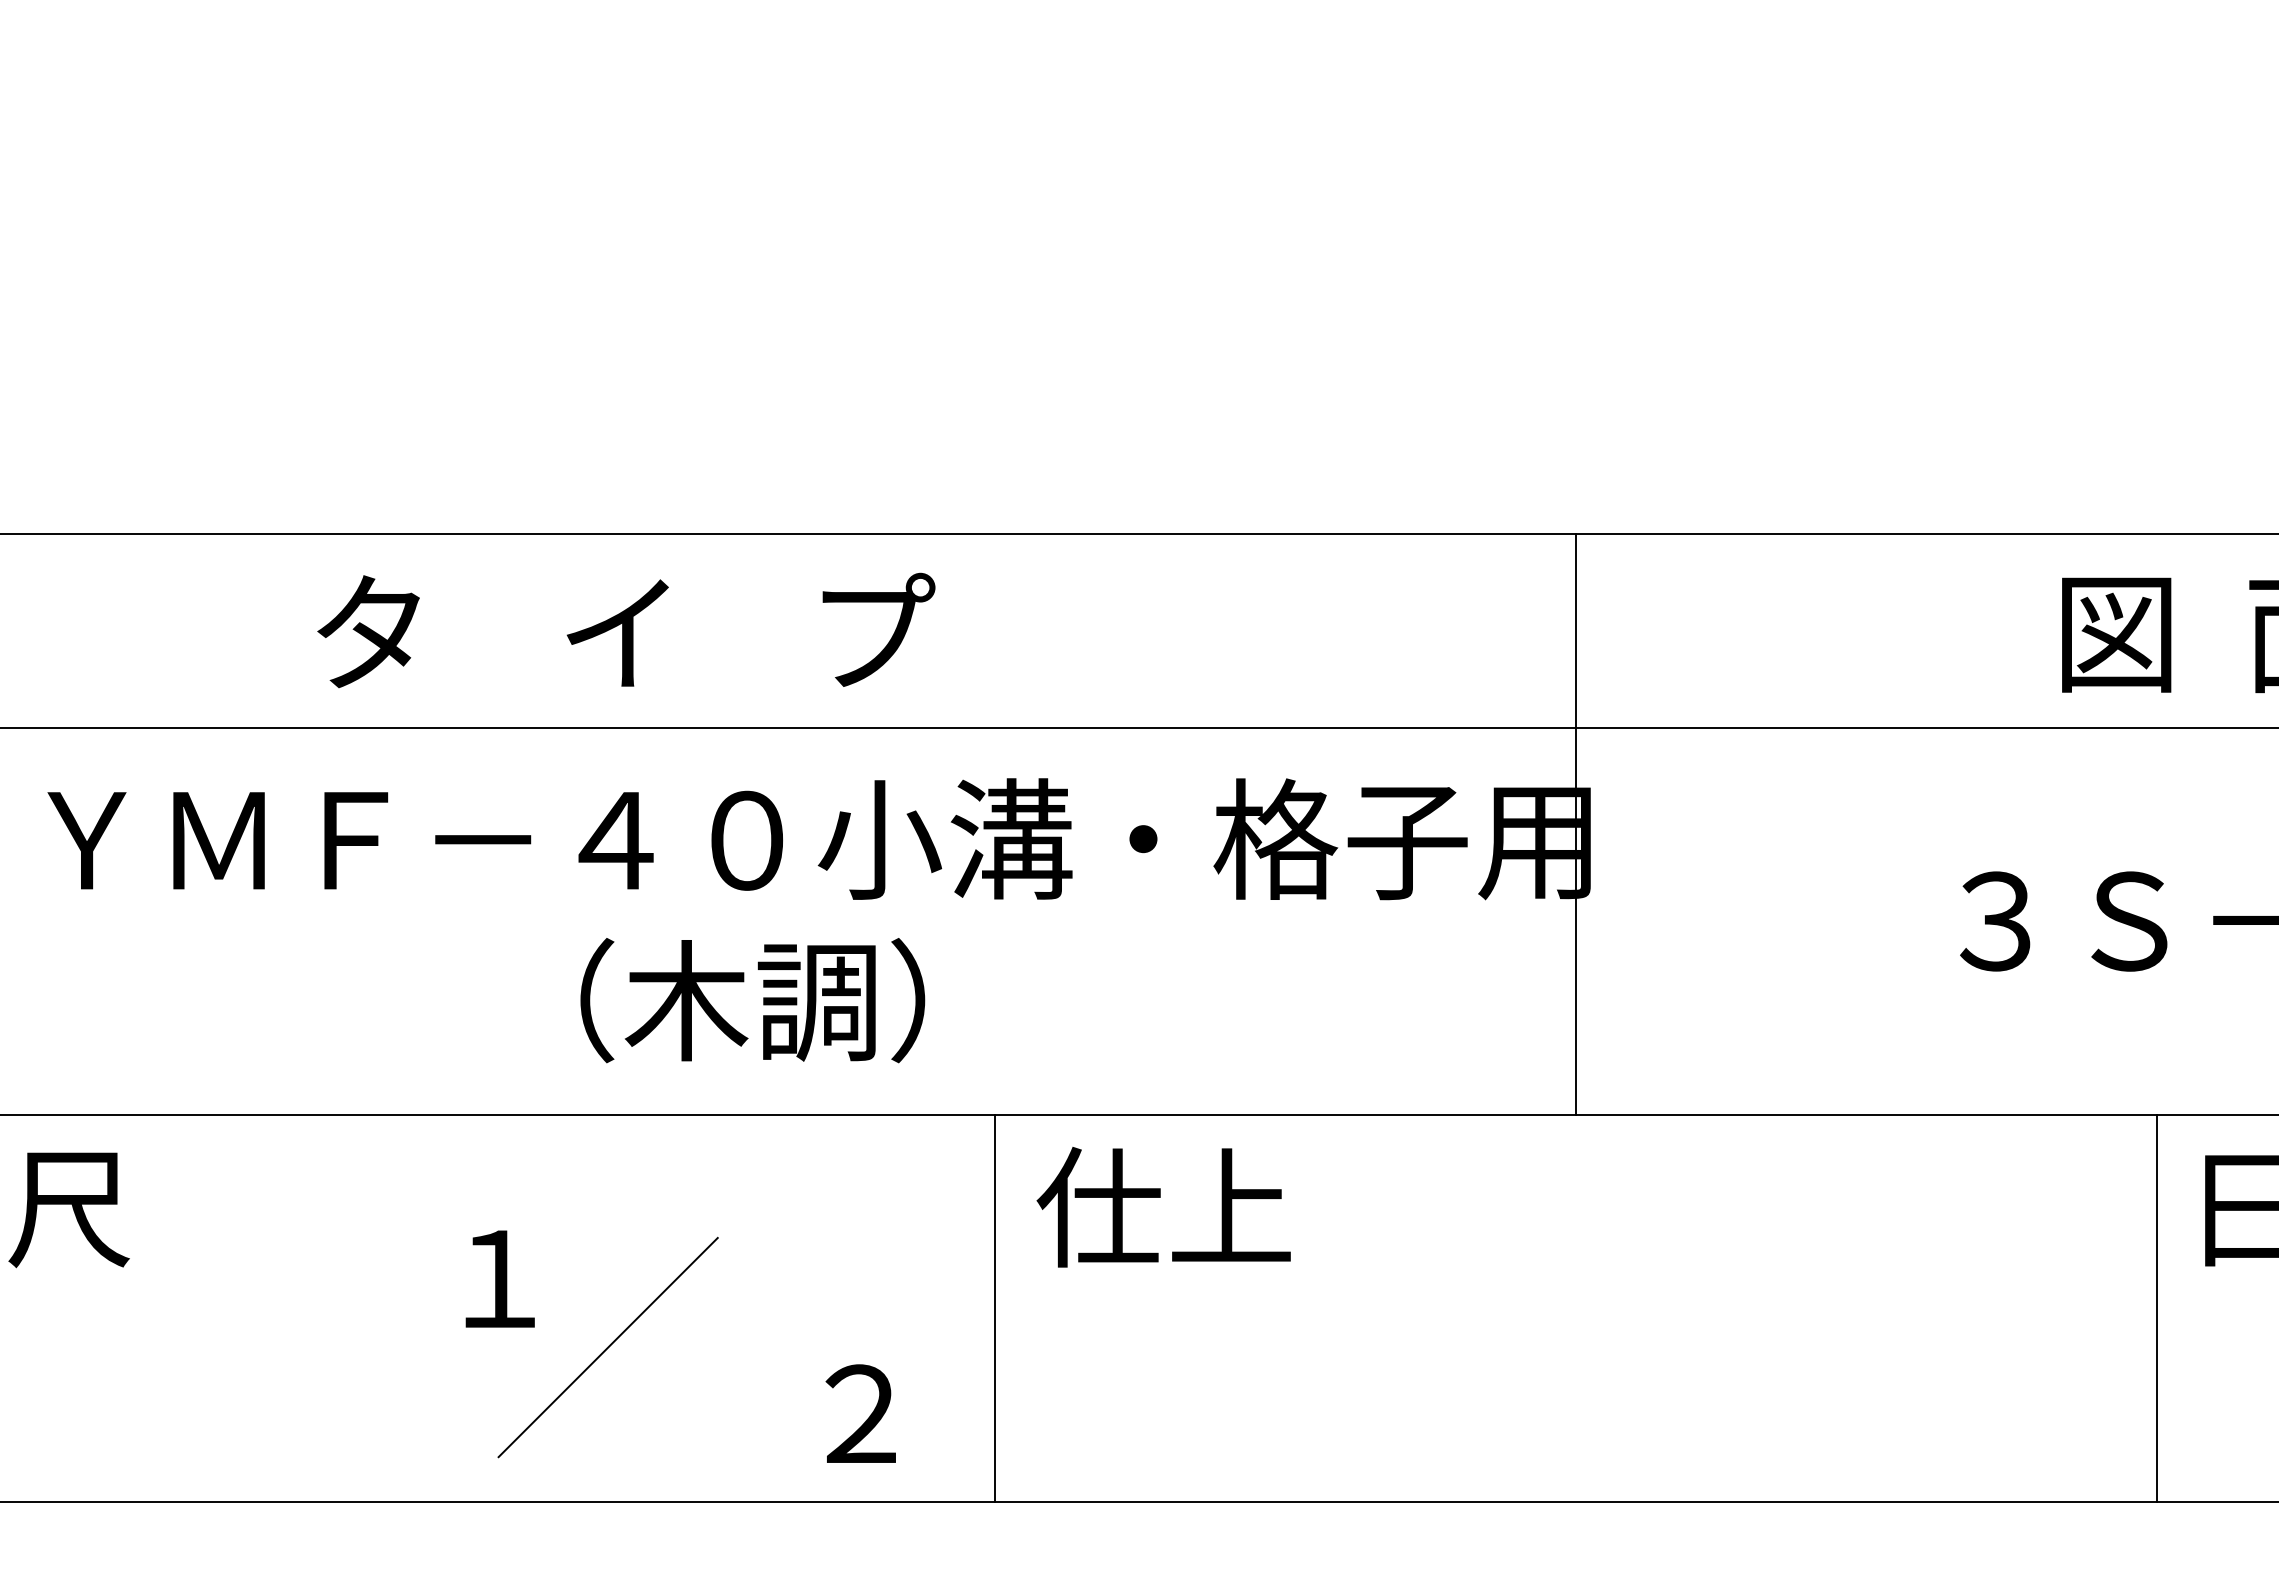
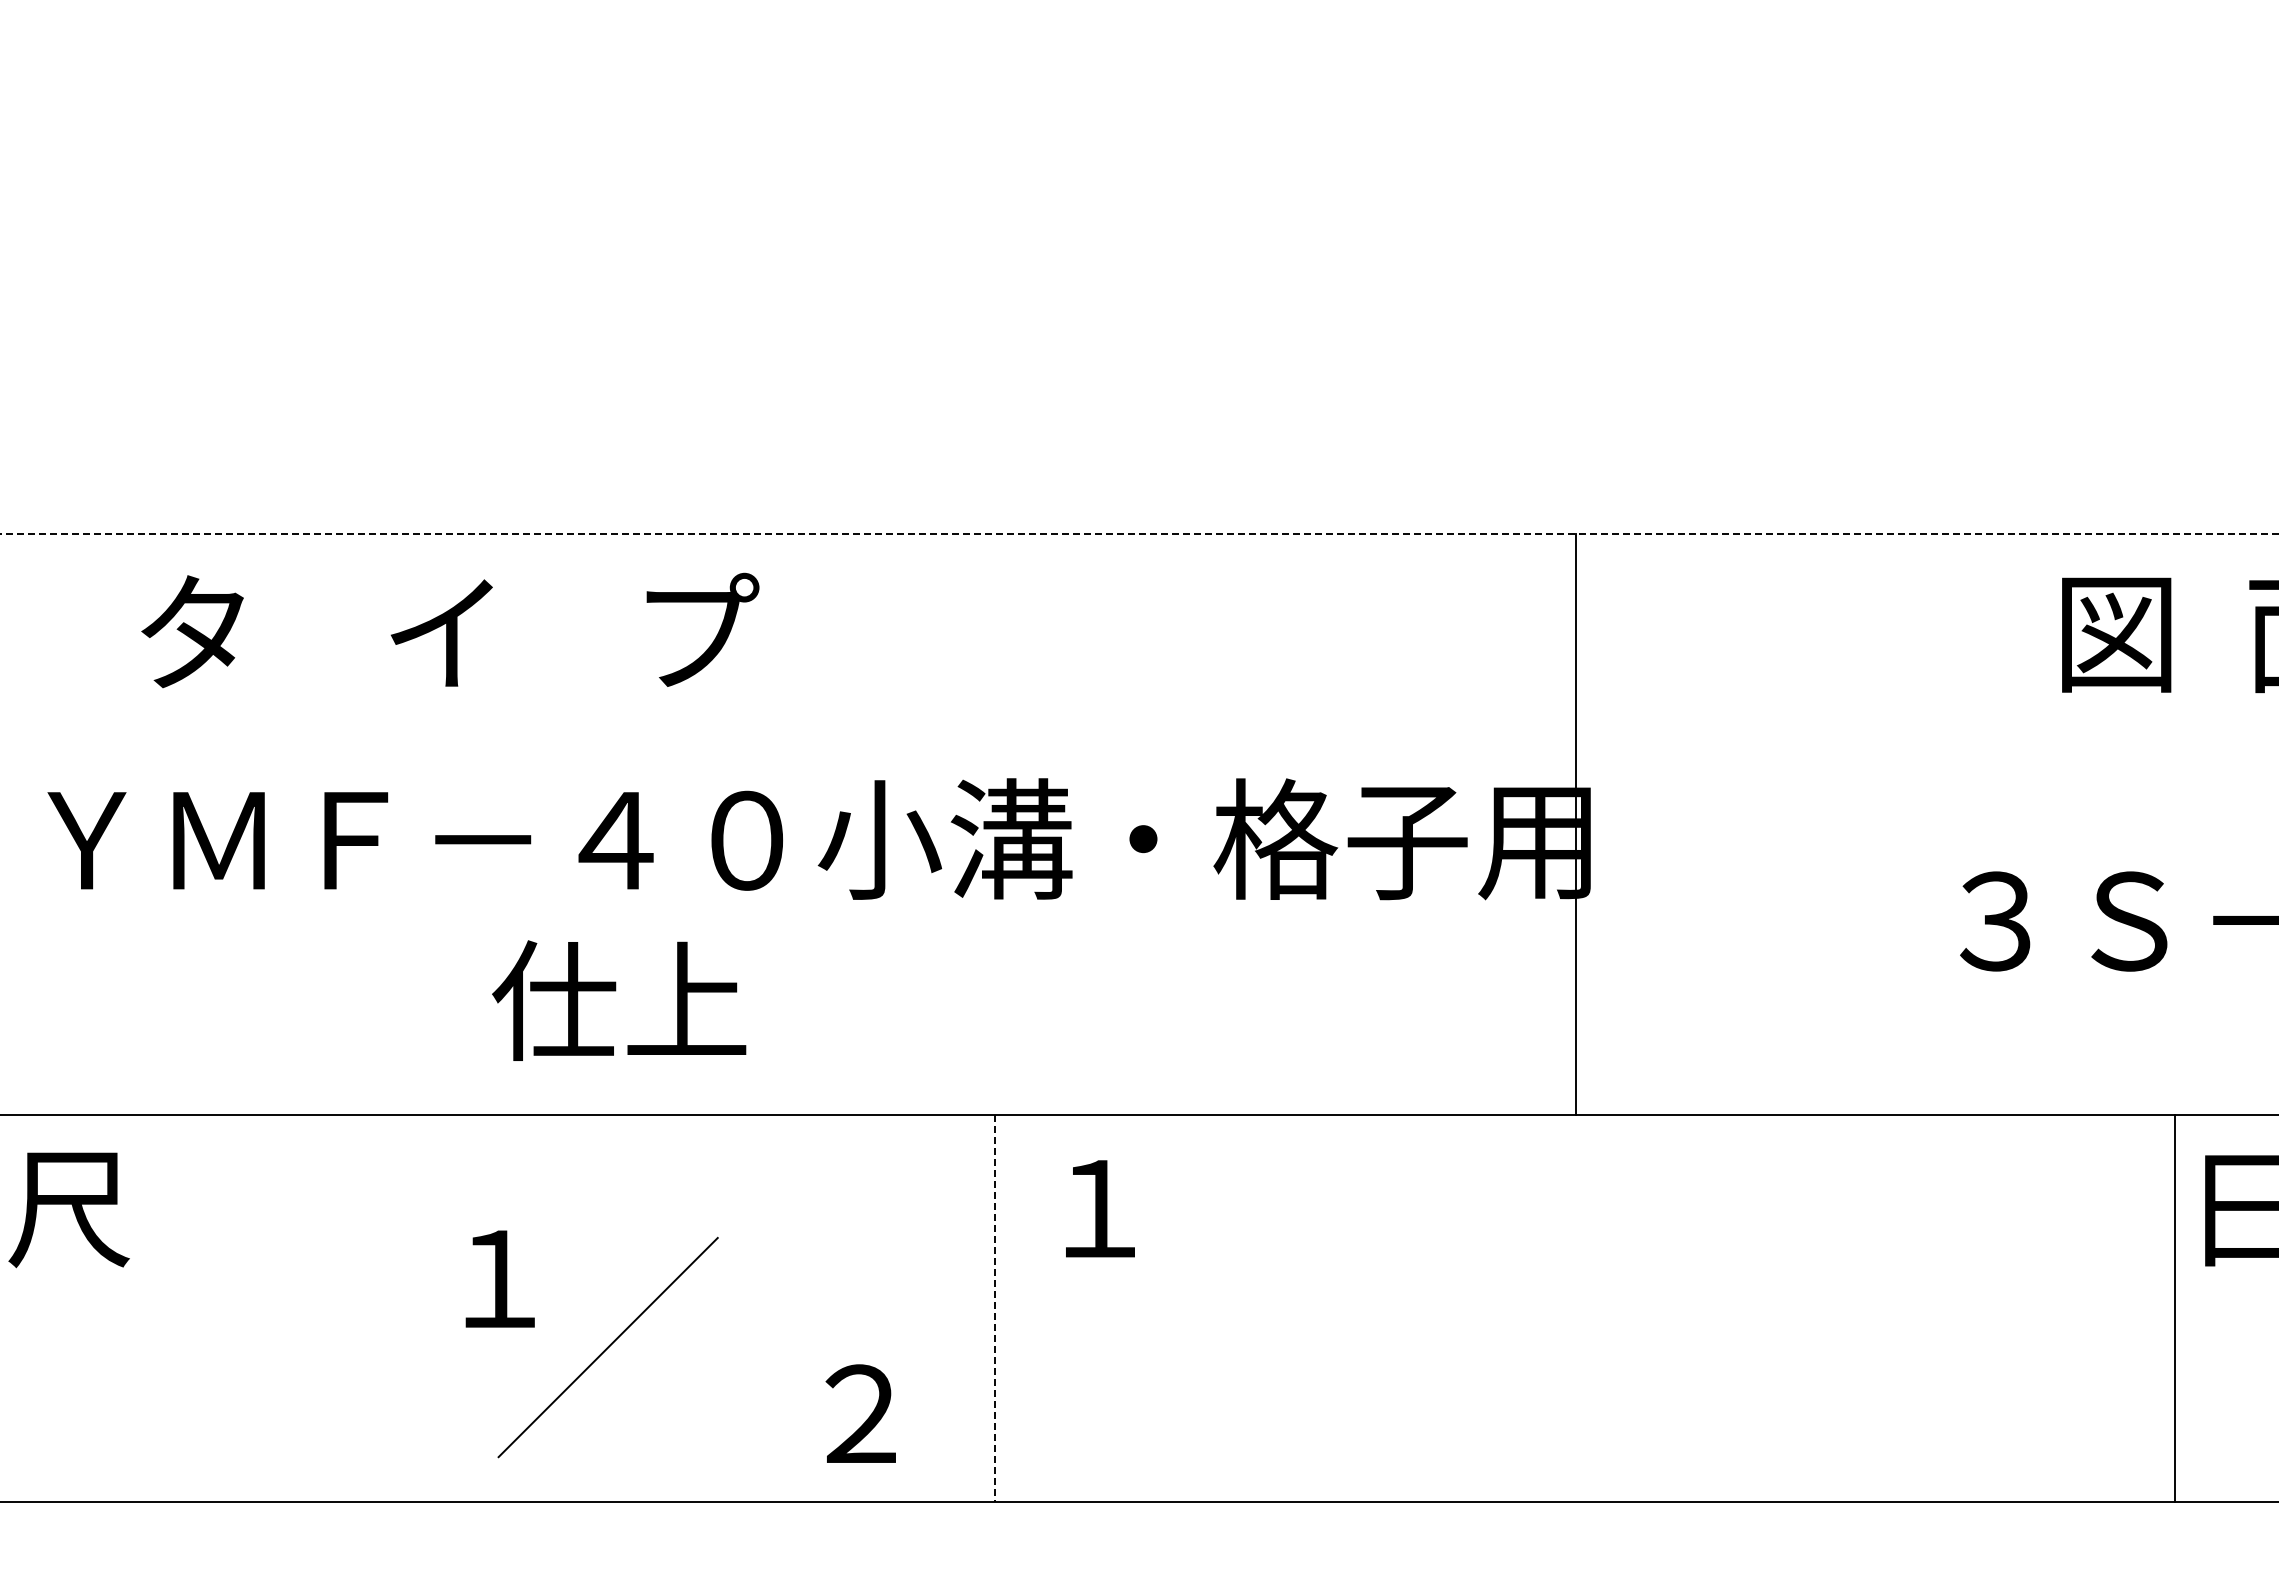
line at (1139, 534): solid -> dashed
text at (626, 630) position: (626, 630) -> (450, 630)
line at (1138, 728): present -> none
text at (708, 1000): （木調） -> 仕上
text at (1163, 1206): 仕上 -> １
line at (995, 1308): solid -> dashed
line at (2156, 1308) position: (2156, 1308) -> (2174, 1308)
